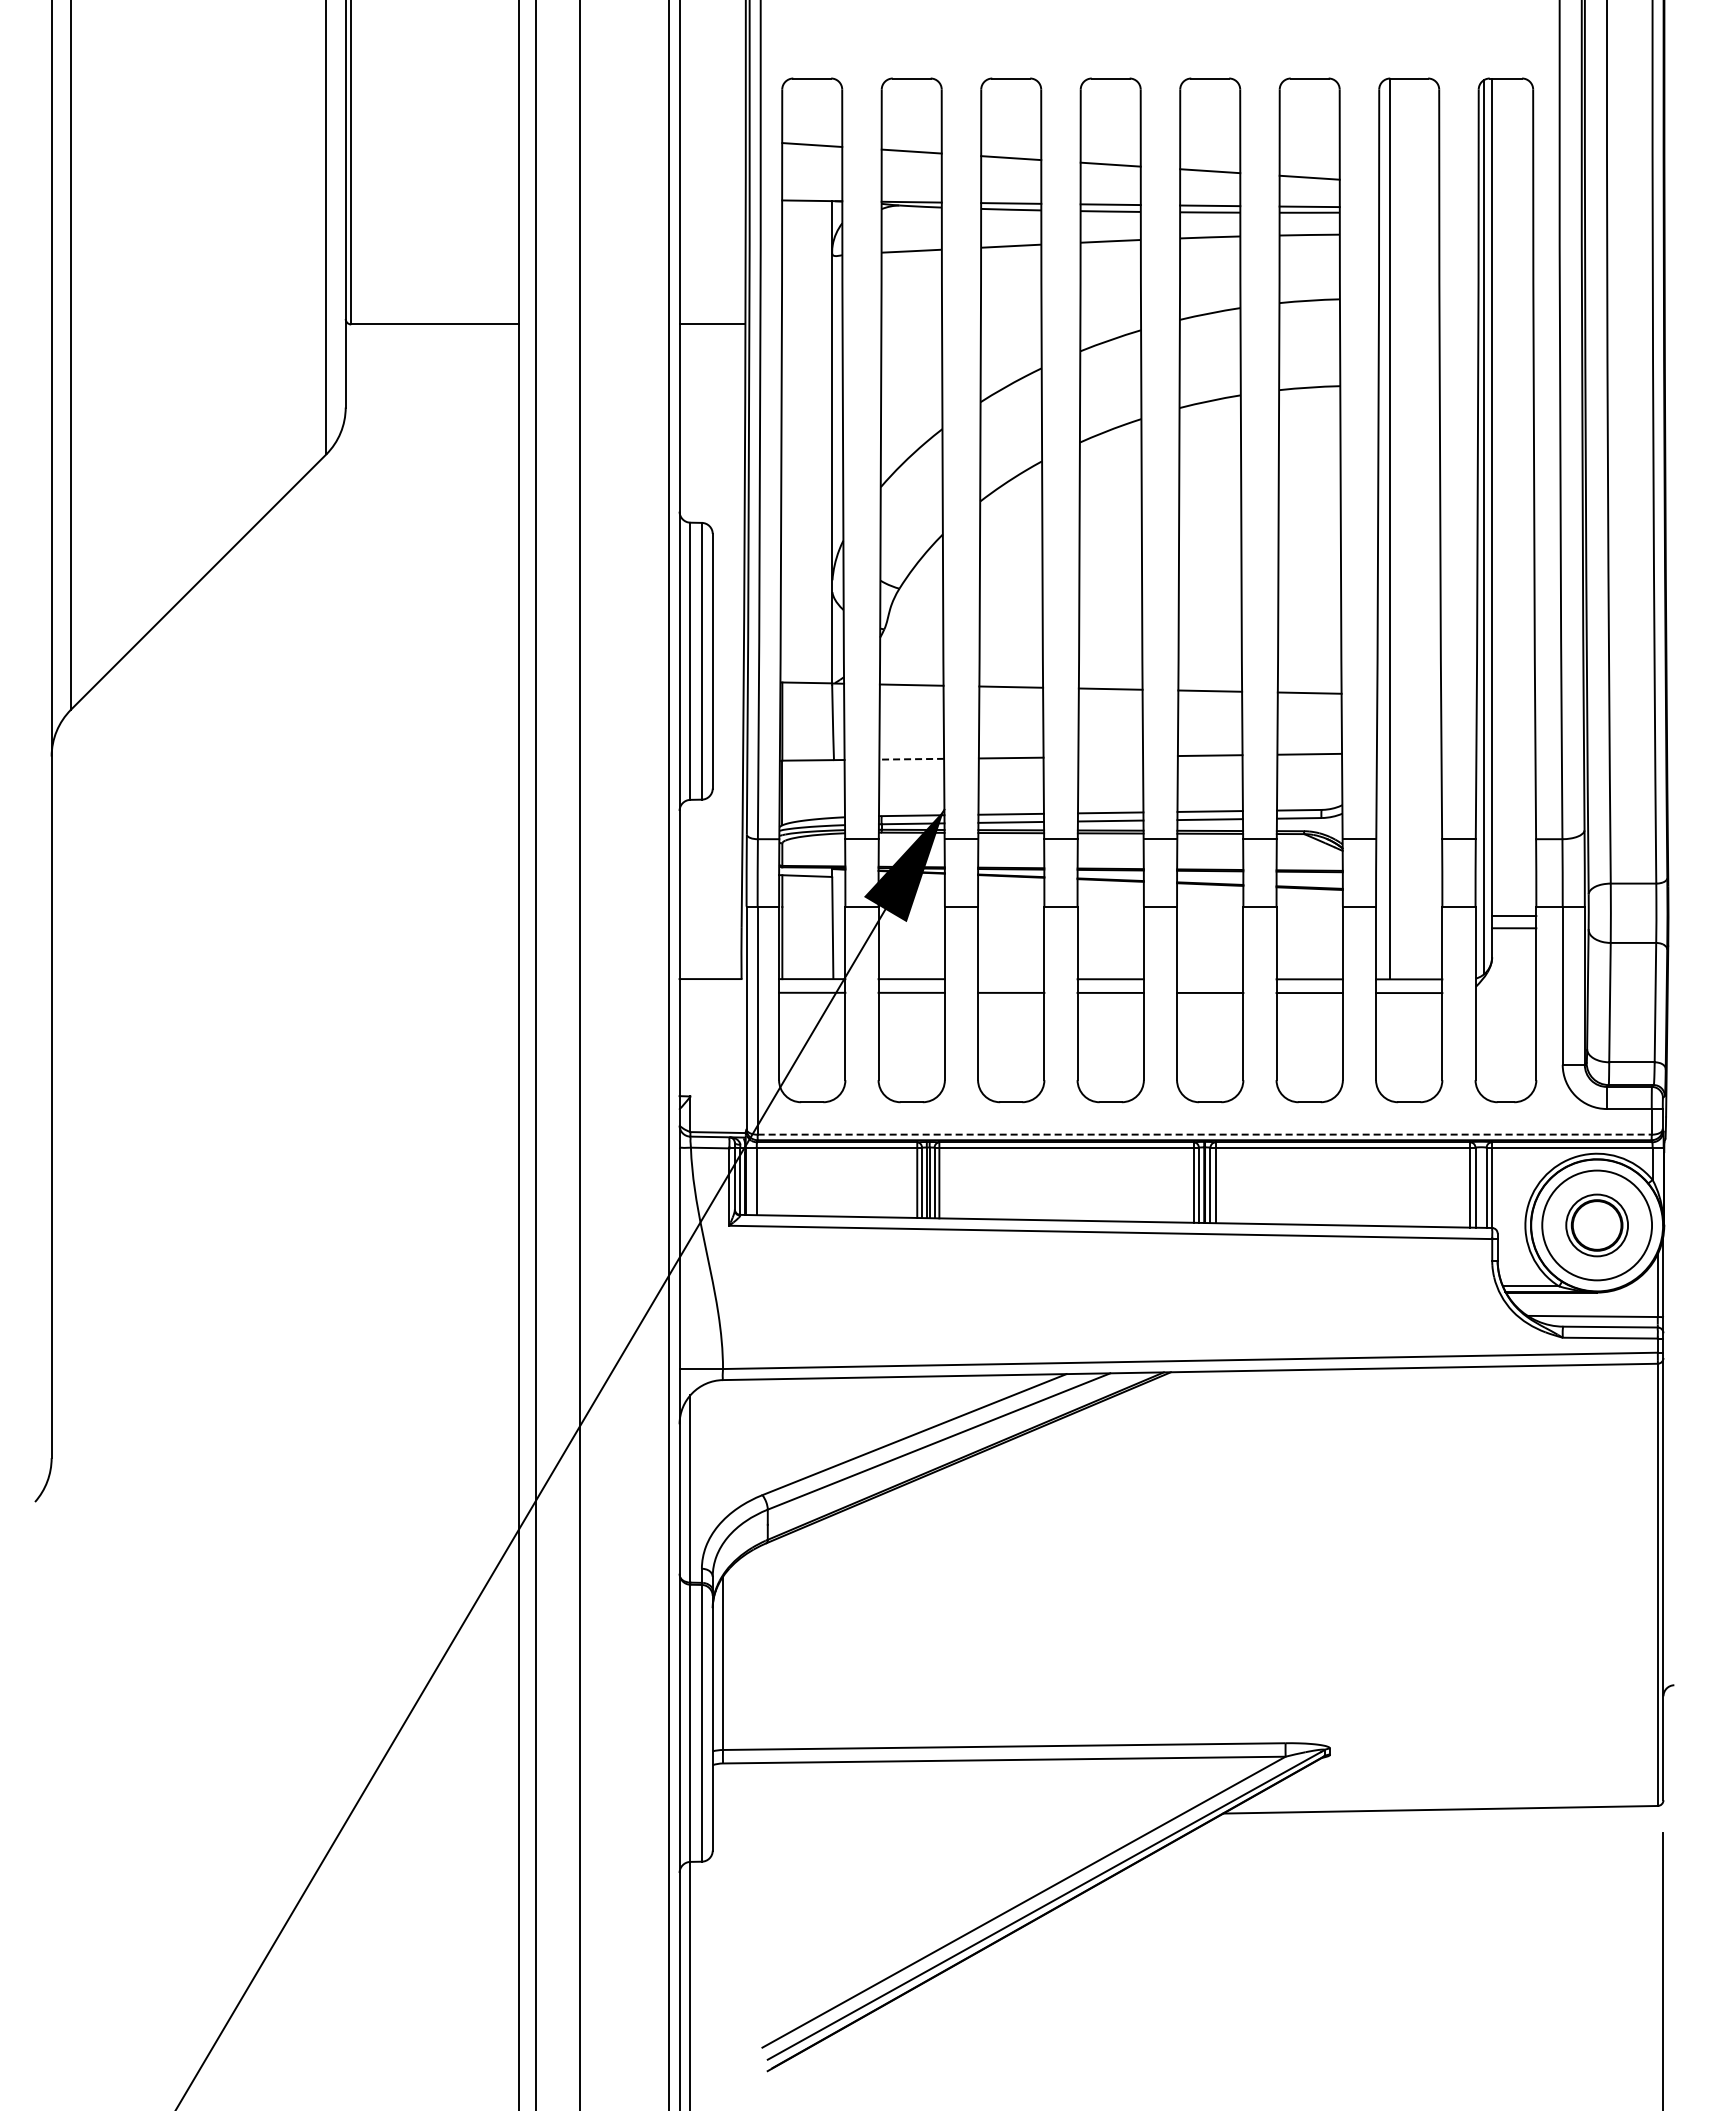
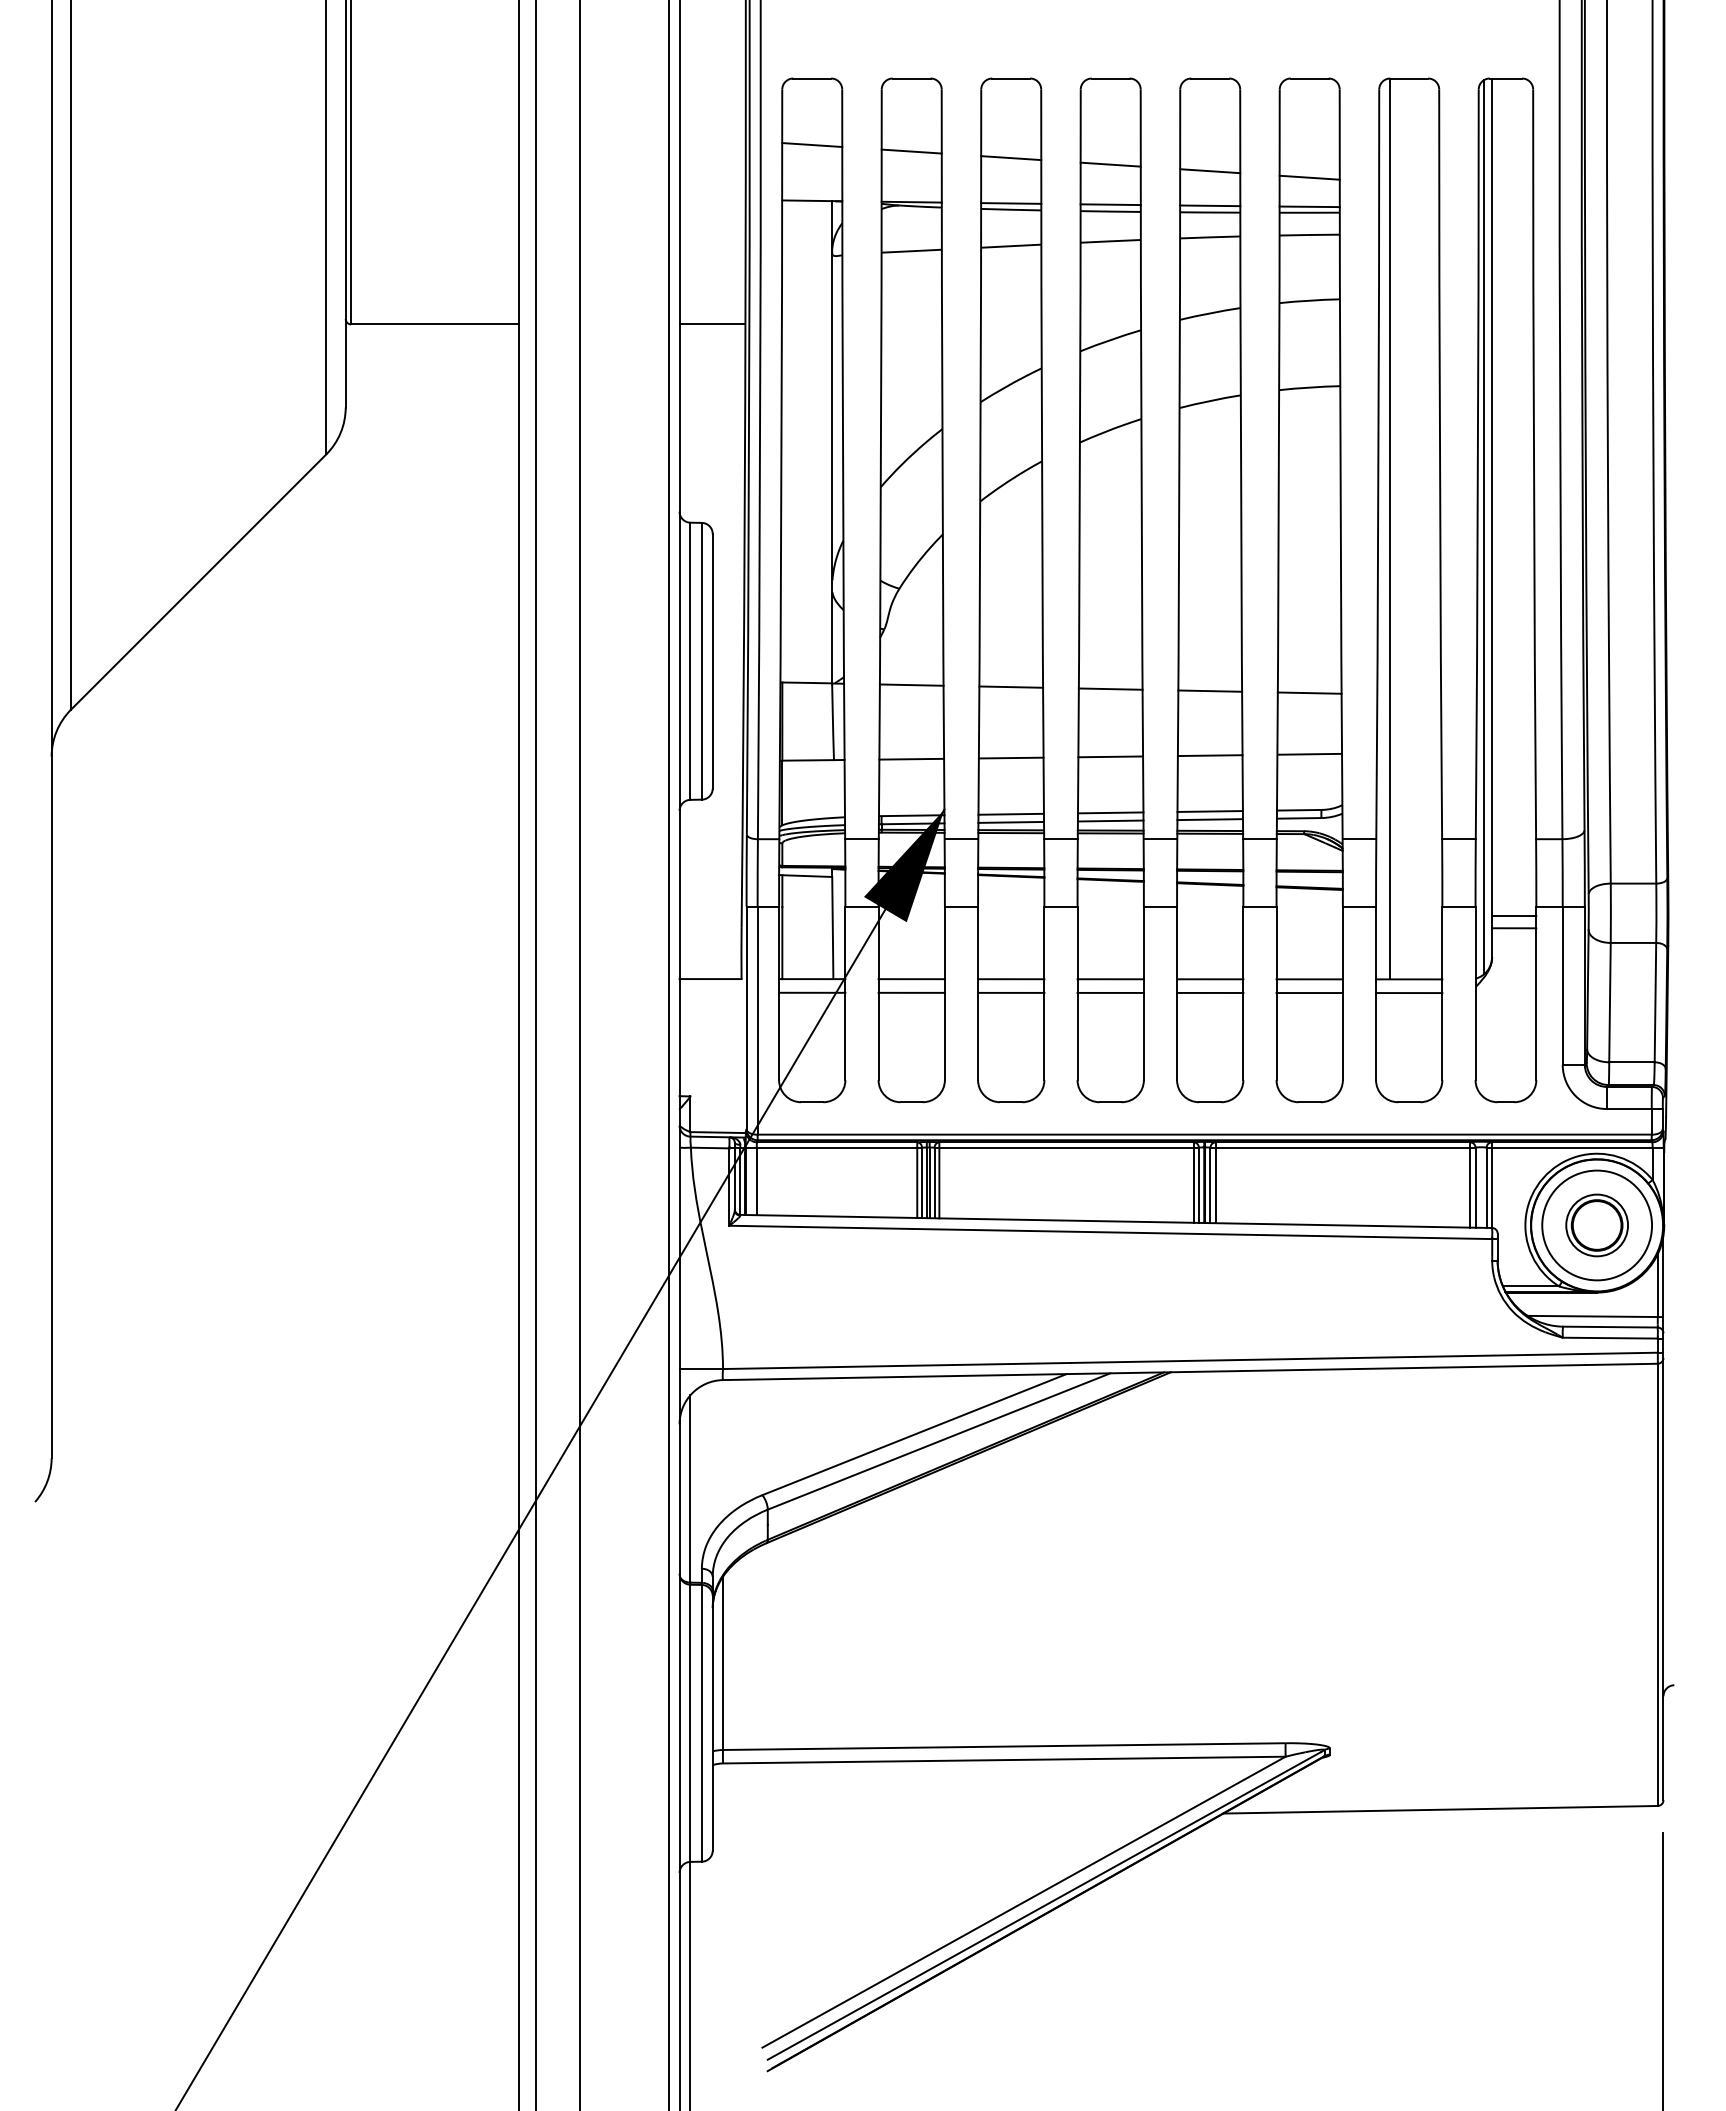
line at (1110, 756): none -> present
line at (911, 759): dashed -> solid
line at (1011, 979): none -> present
line at (1210, 979): none -> present
line at (1205, 1134): dashed -> solid
